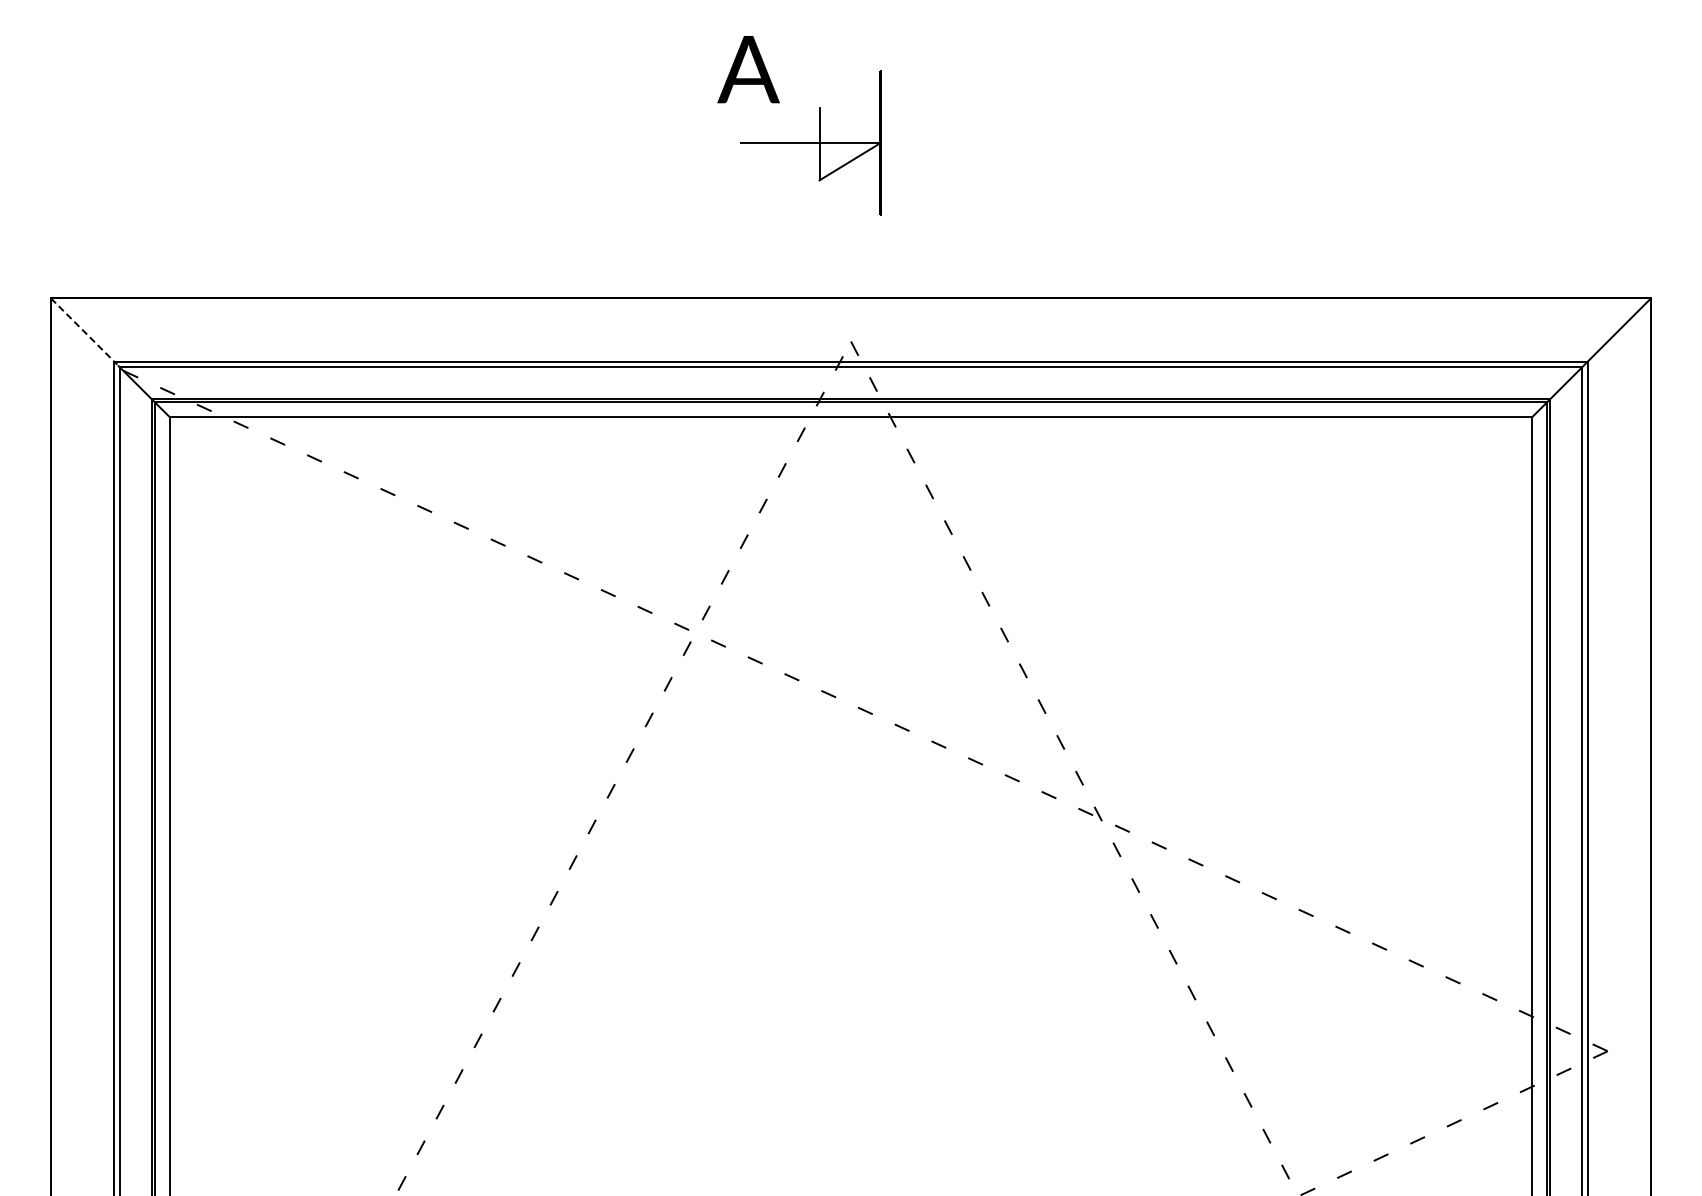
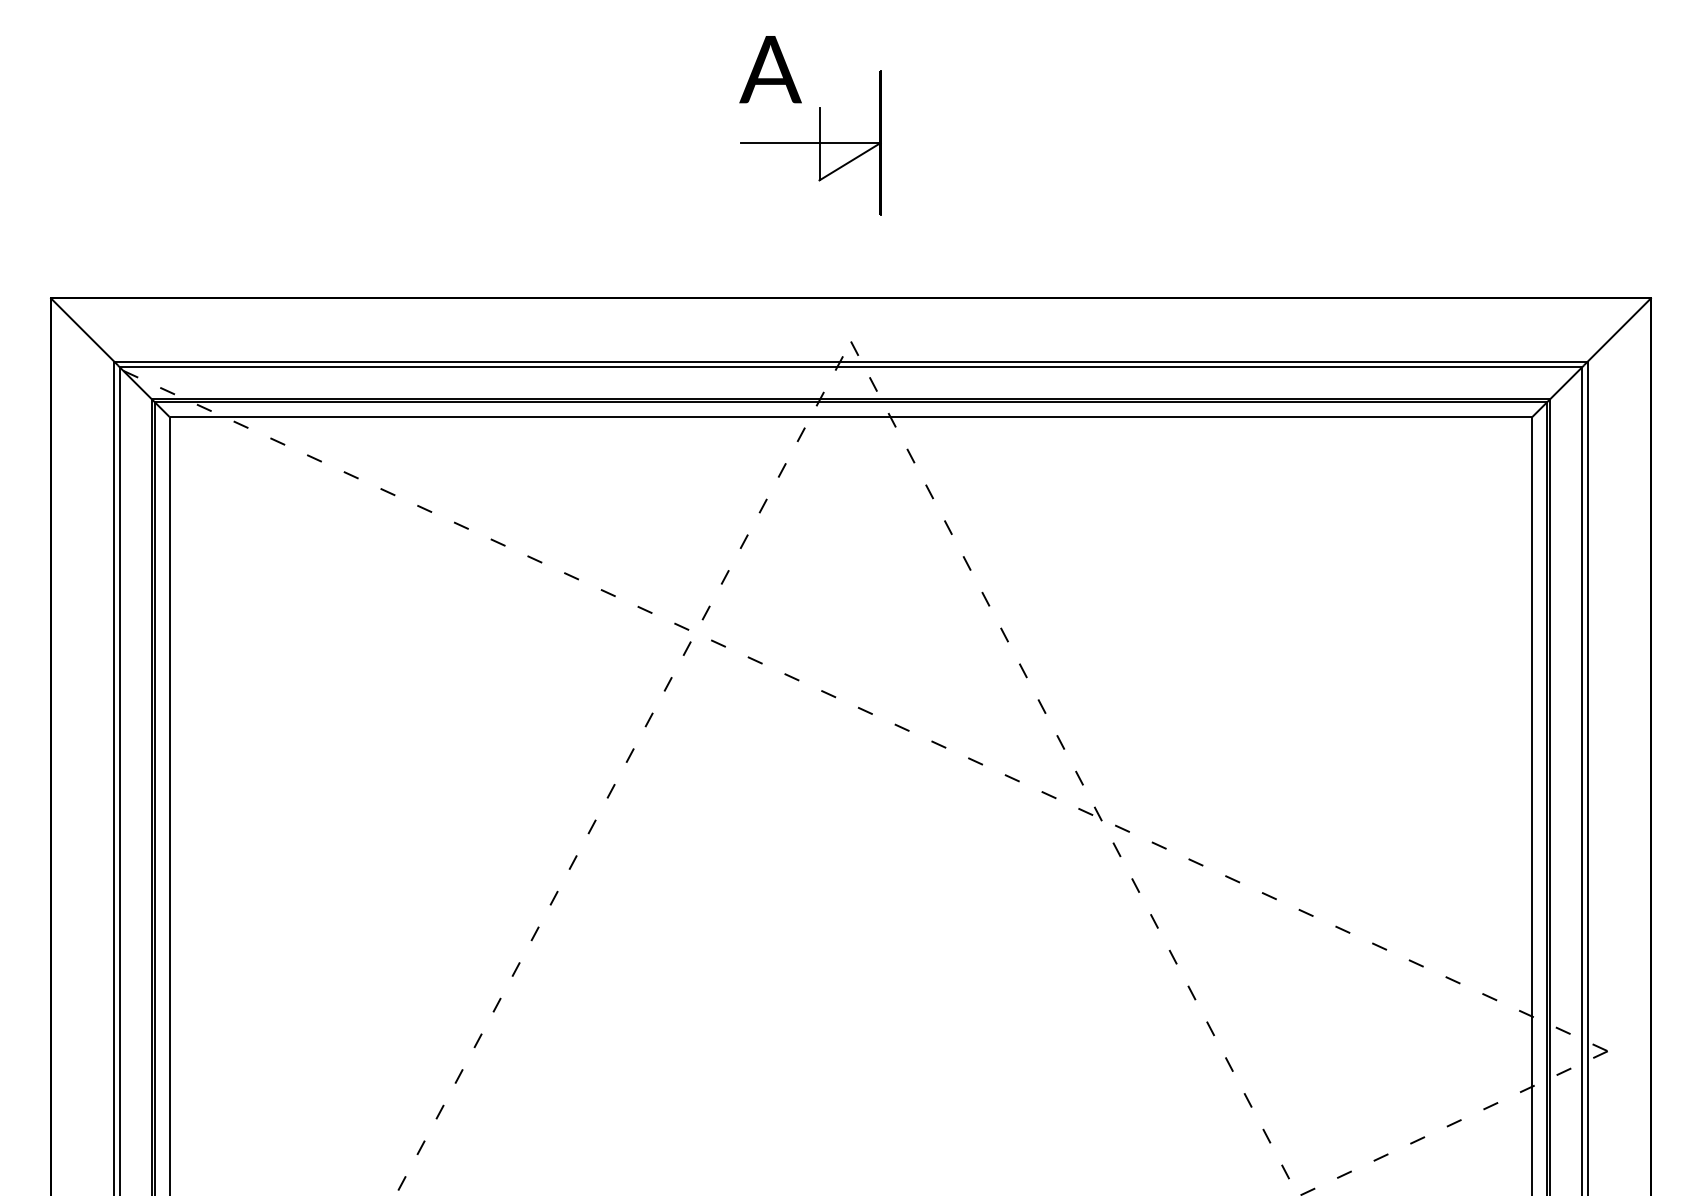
text at (748, 69) position: (748, 69) -> (770, 69)
line at (84, 331): dashed -> solid
